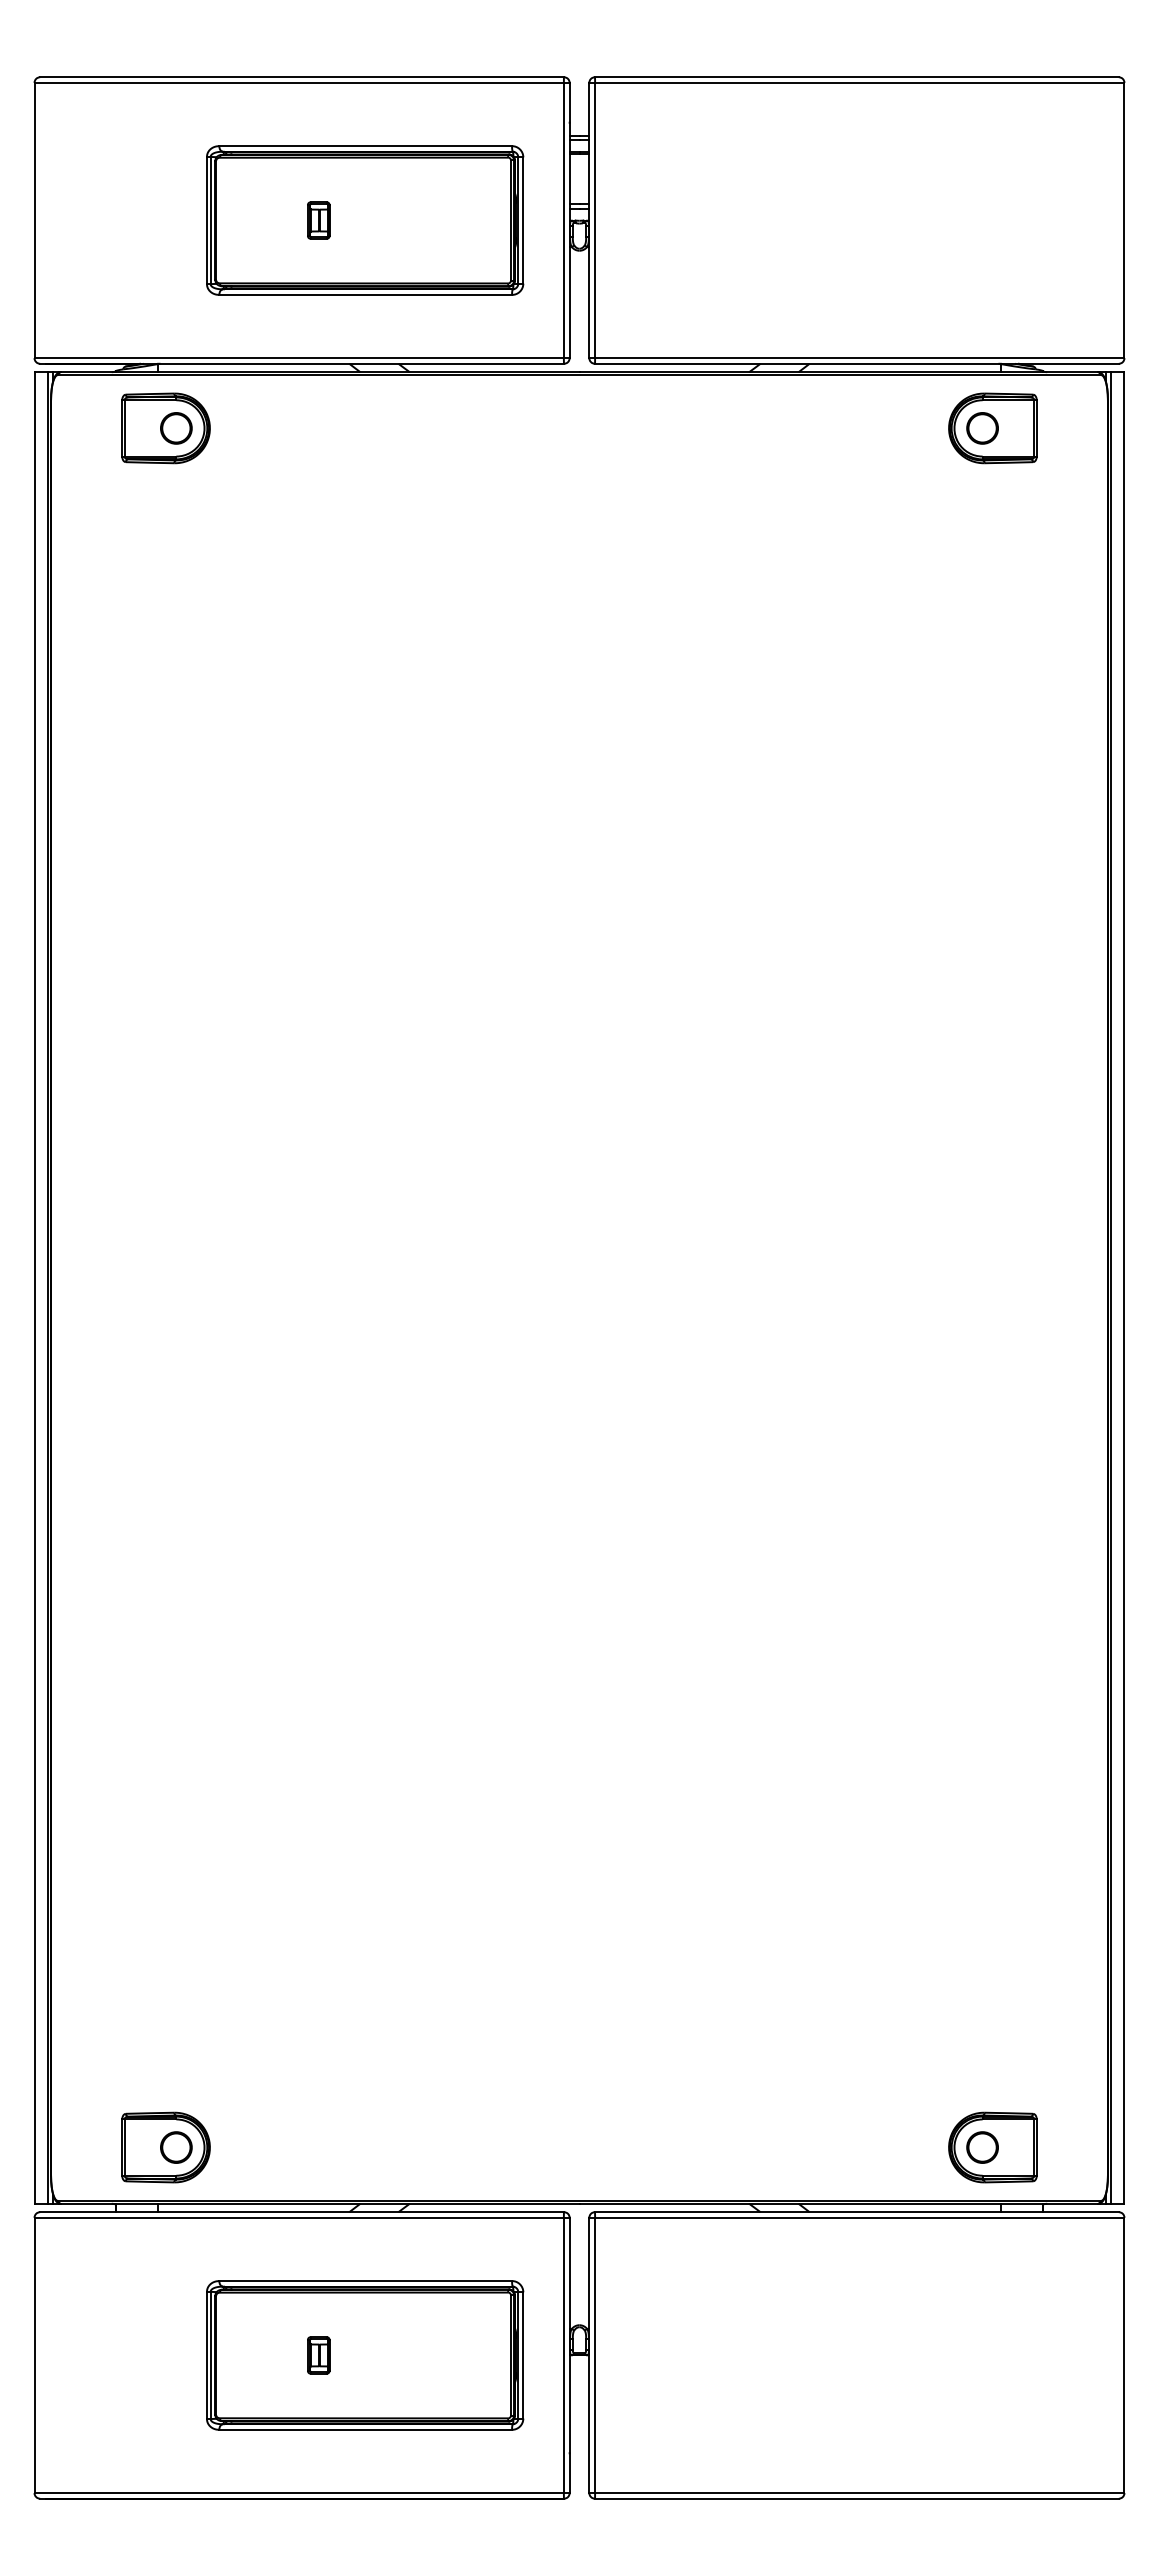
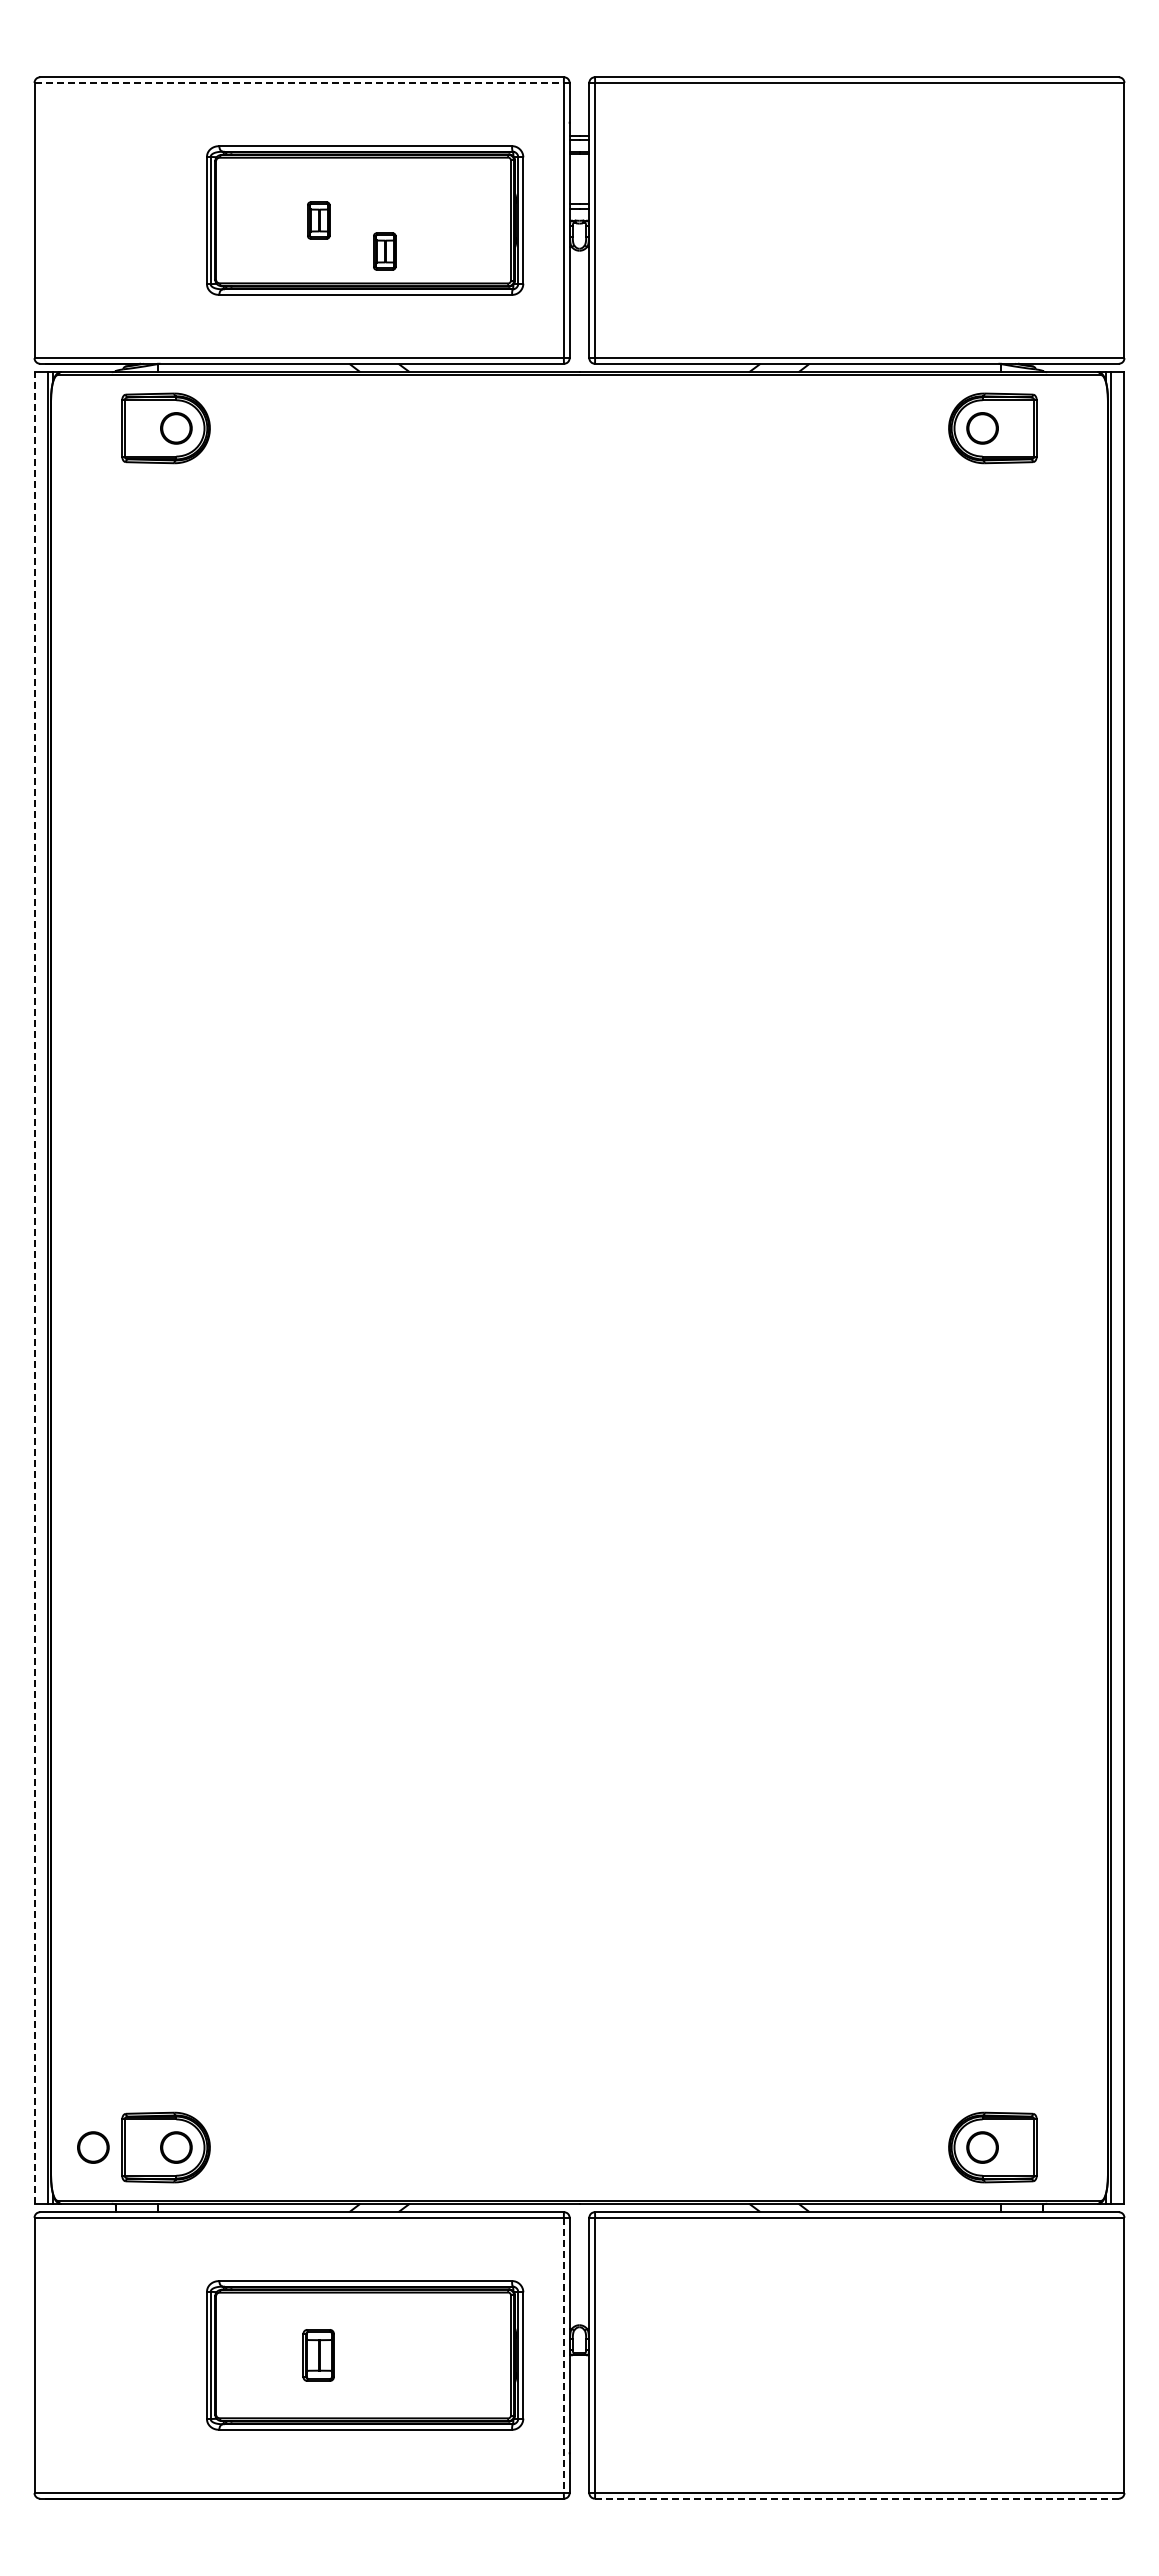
line at (299, 82): solid -> dashed
part at (384, 251): none -> present
line at (34, 1287): solid -> dashed
circle at (93, 2147): none -> present
part at (318, 2355) size: 24x39 px -> 33x53 px
line at (563, 2355): solid -> dashed
line at (856, 2498): solid -> dashed
